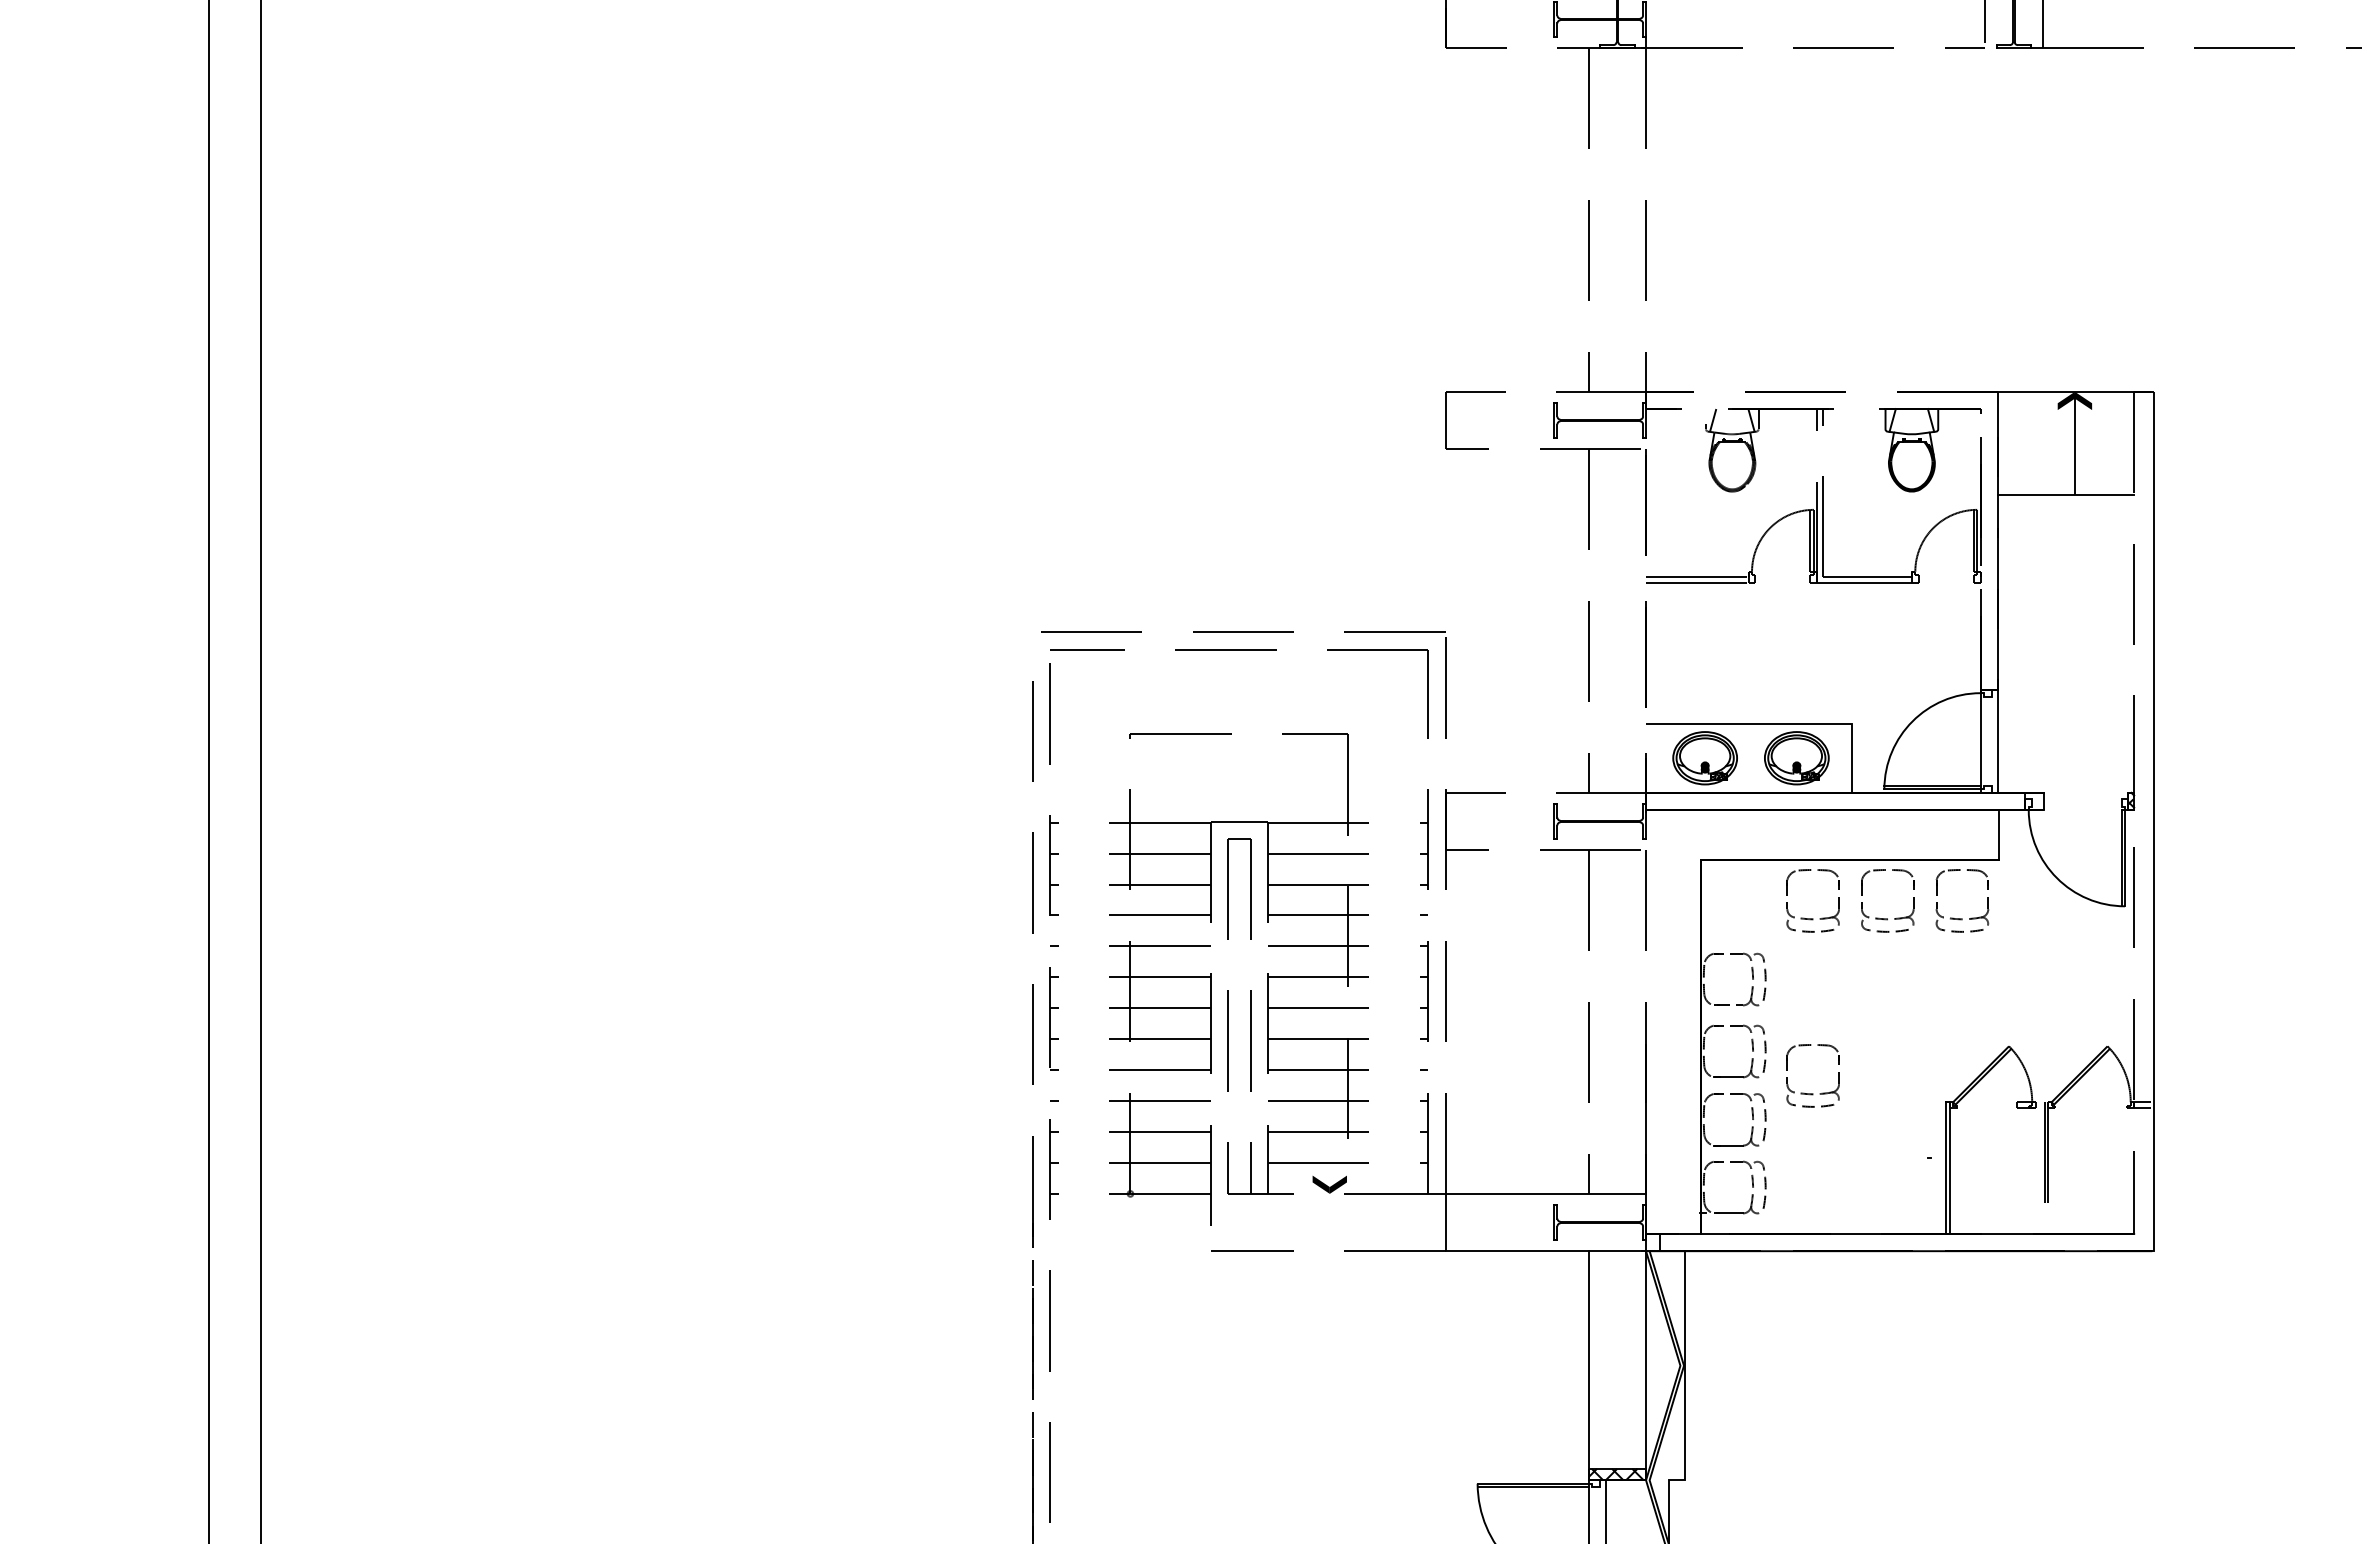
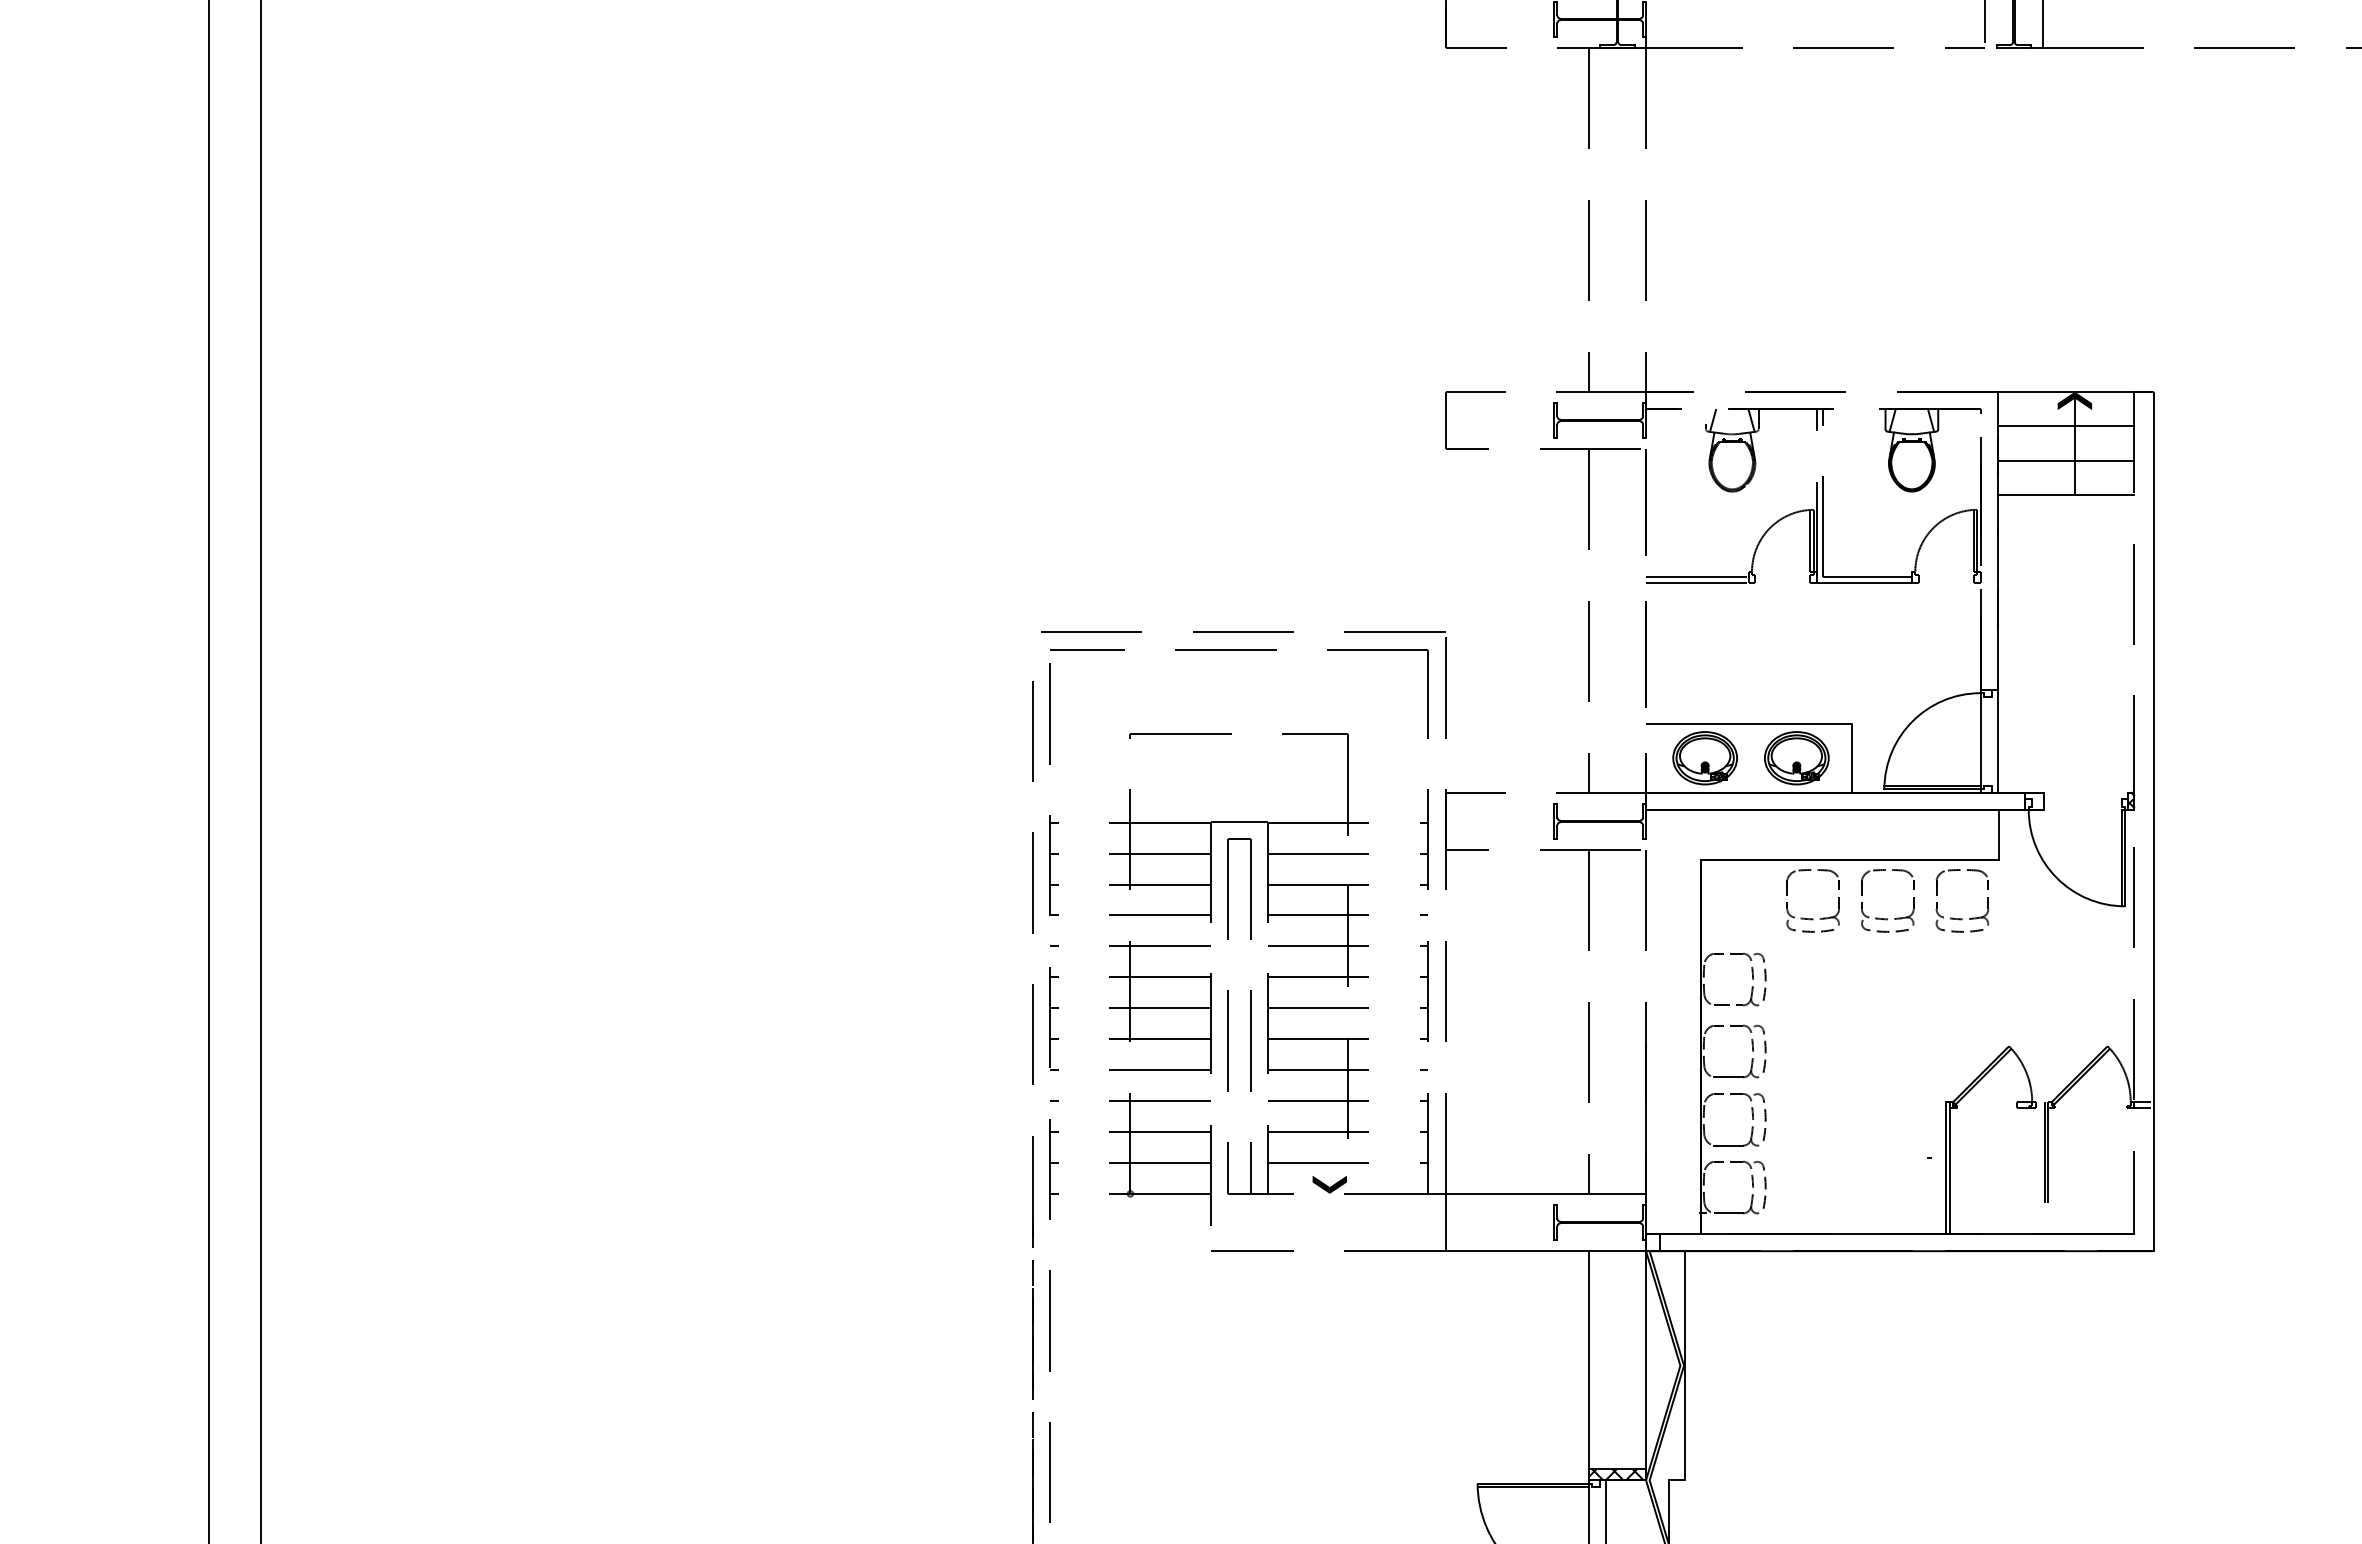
line at (2065, 426): none -> present
line at (2065, 460): none -> present
part at (1812, 1093): present -> none
